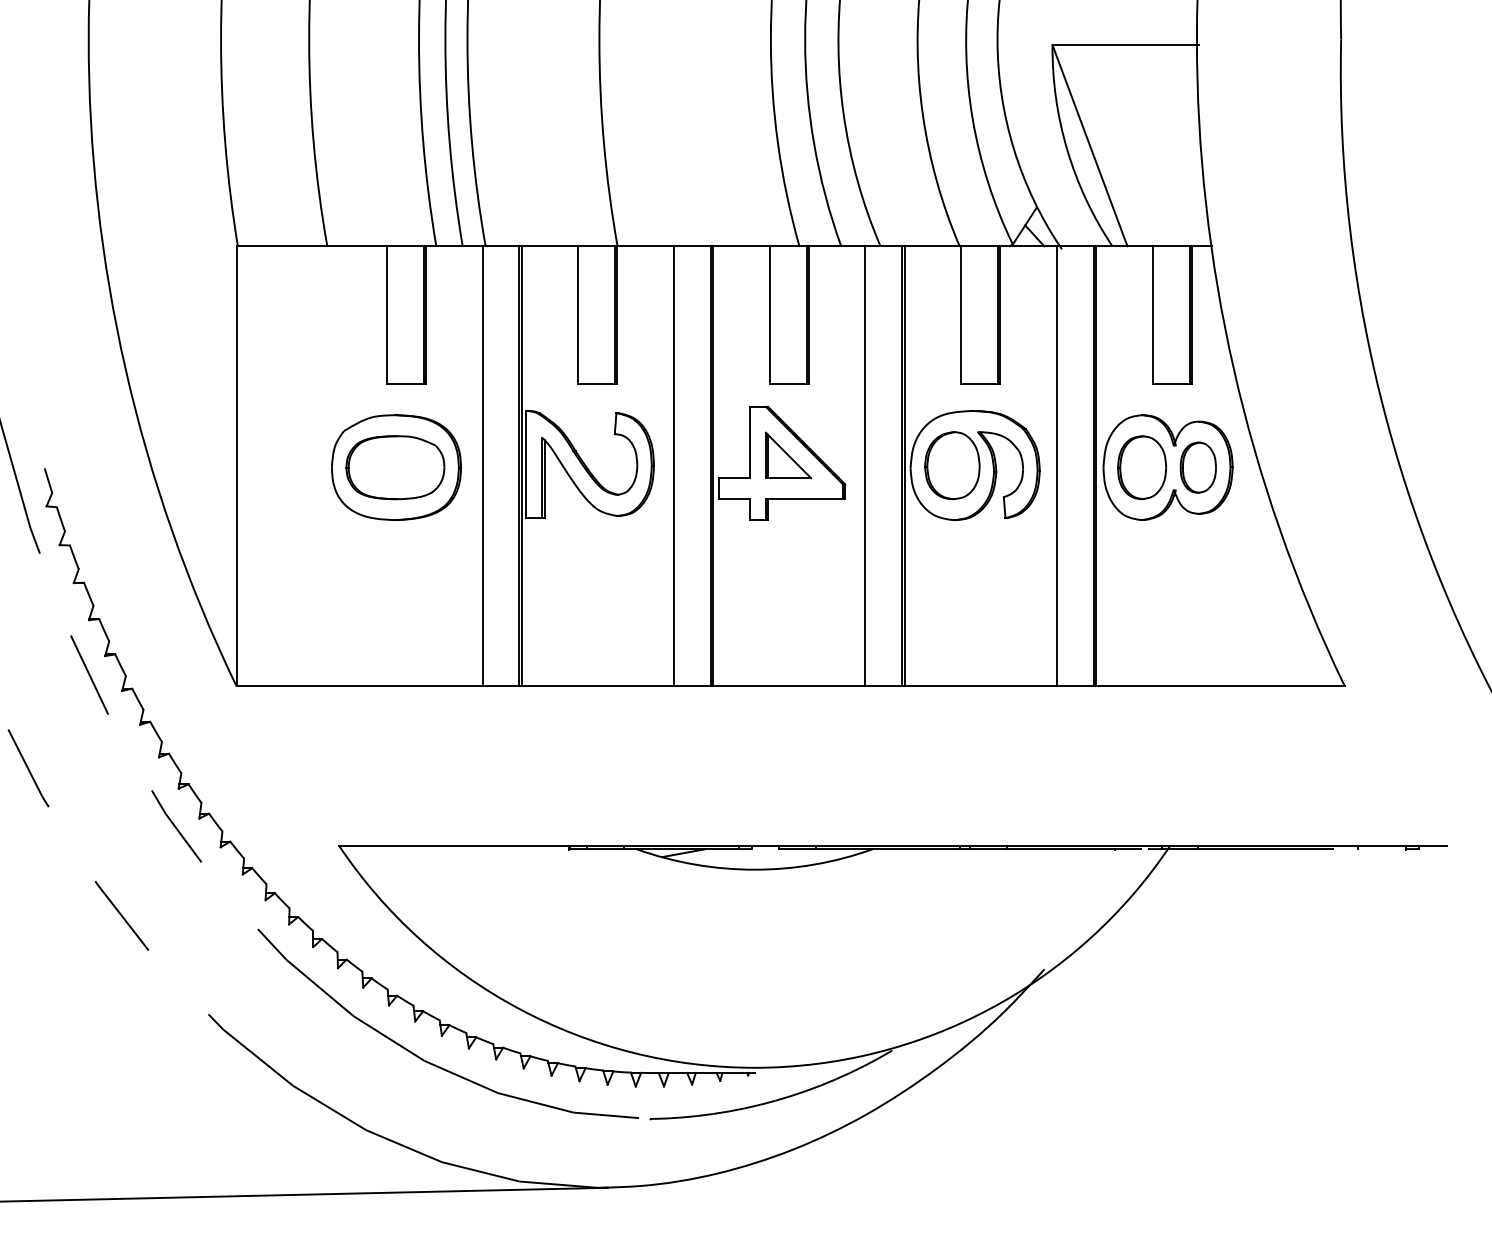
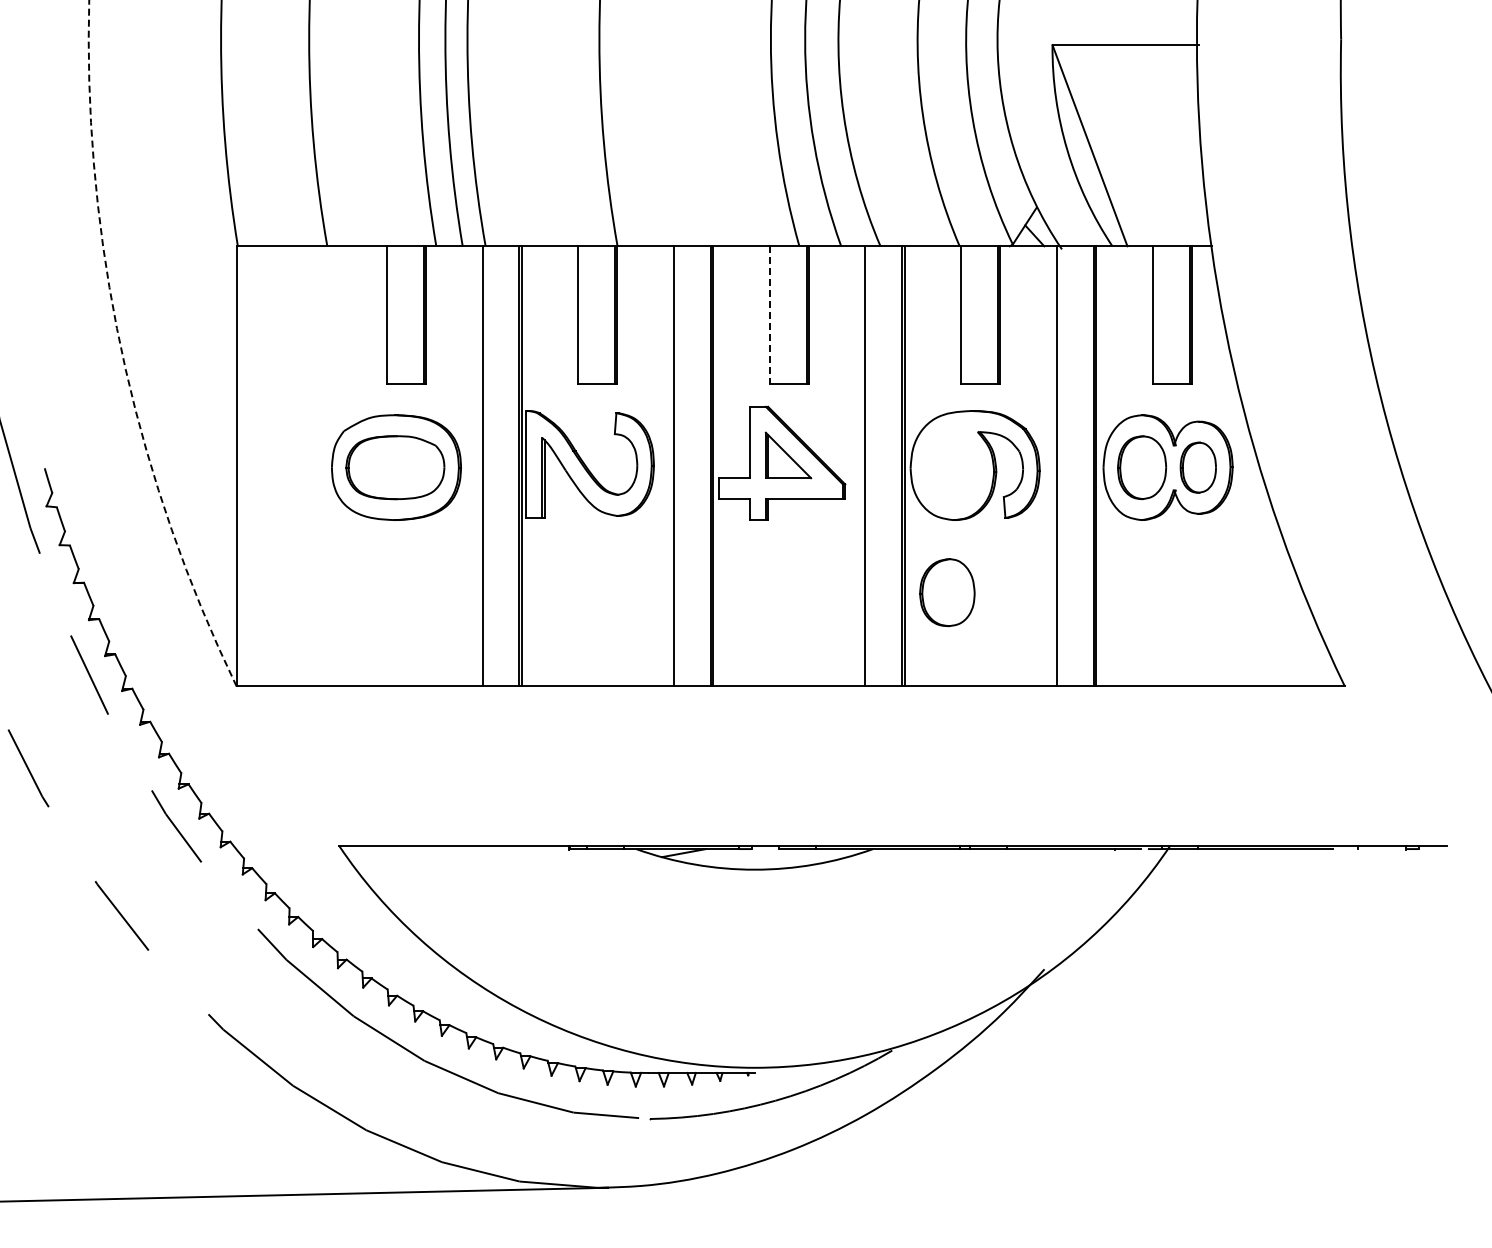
line at (769, 315): solid -> dashed
arc at (121, 351): solid -> dashed
part at (952, 465) position: (952, 465) -> (947, 592)
